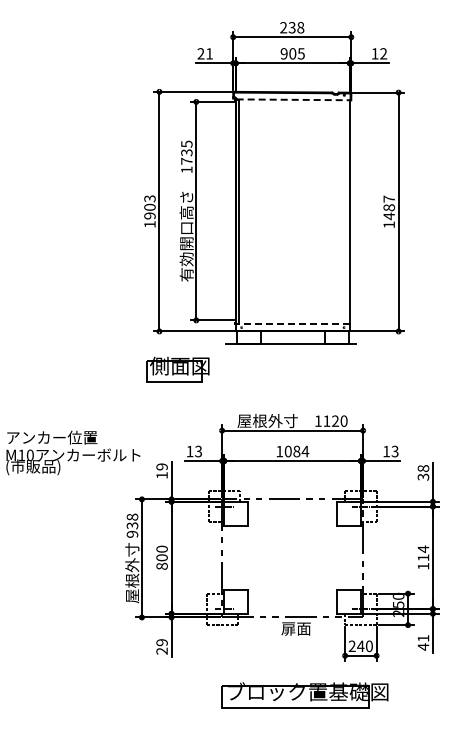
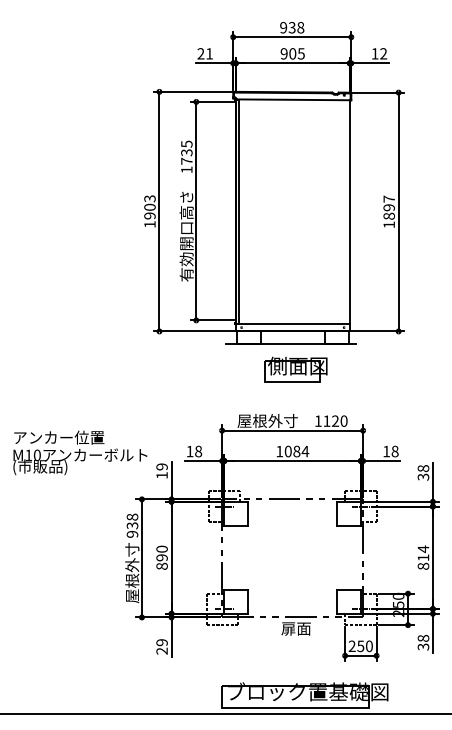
text at (283, 27): 238 -> 938
line at (294, 99): dashed -> solid
text at (388, 212): 1487 -> 1897
line at (292, 324): dashed -> solid
part at (177, 369) position: (177, 369) -> (295, 369)
text at (198, 451): 13 -> 18
text at (394, 451): 13 -> 18
text at (73, 452) position: (73, 452) -> (80, 452)
text at (161, 557): 800 -> 890
text at (423, 565): 114 -> 814
text at (423, 642): 41 -> 38
text at (360, 646): 240 -> 250
line at (225, 713): none -> present
